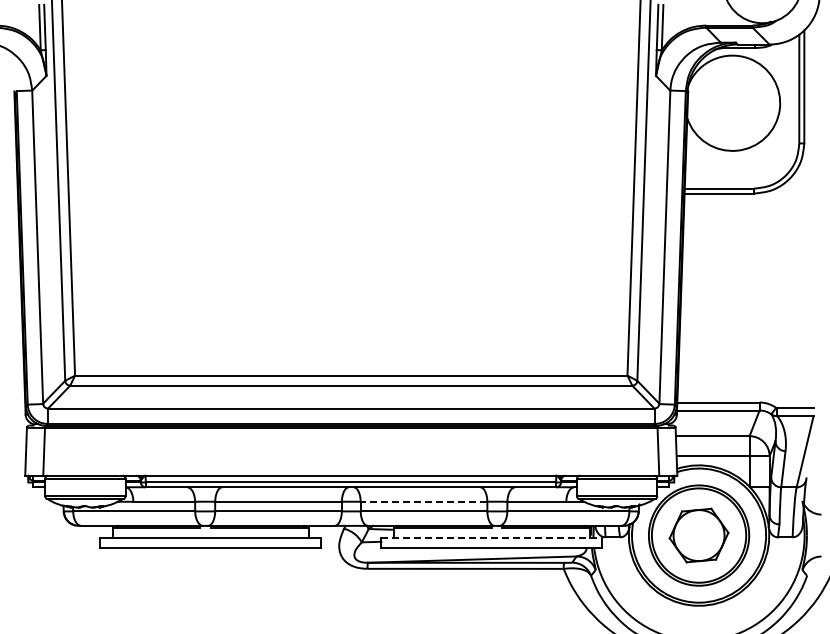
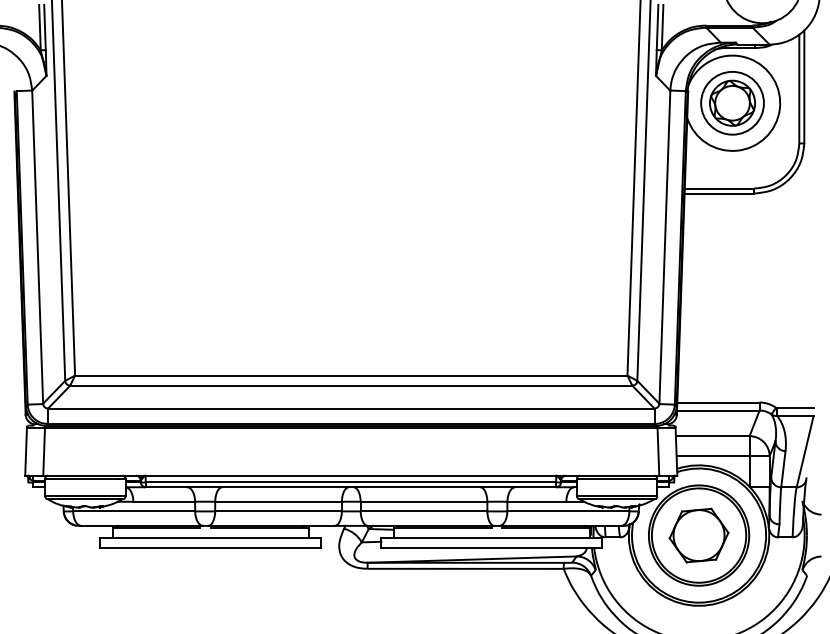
part at (732, 103): none -> present
line at (423, 501): dashed -> solid
line at (492, 537): dashed -> solid
